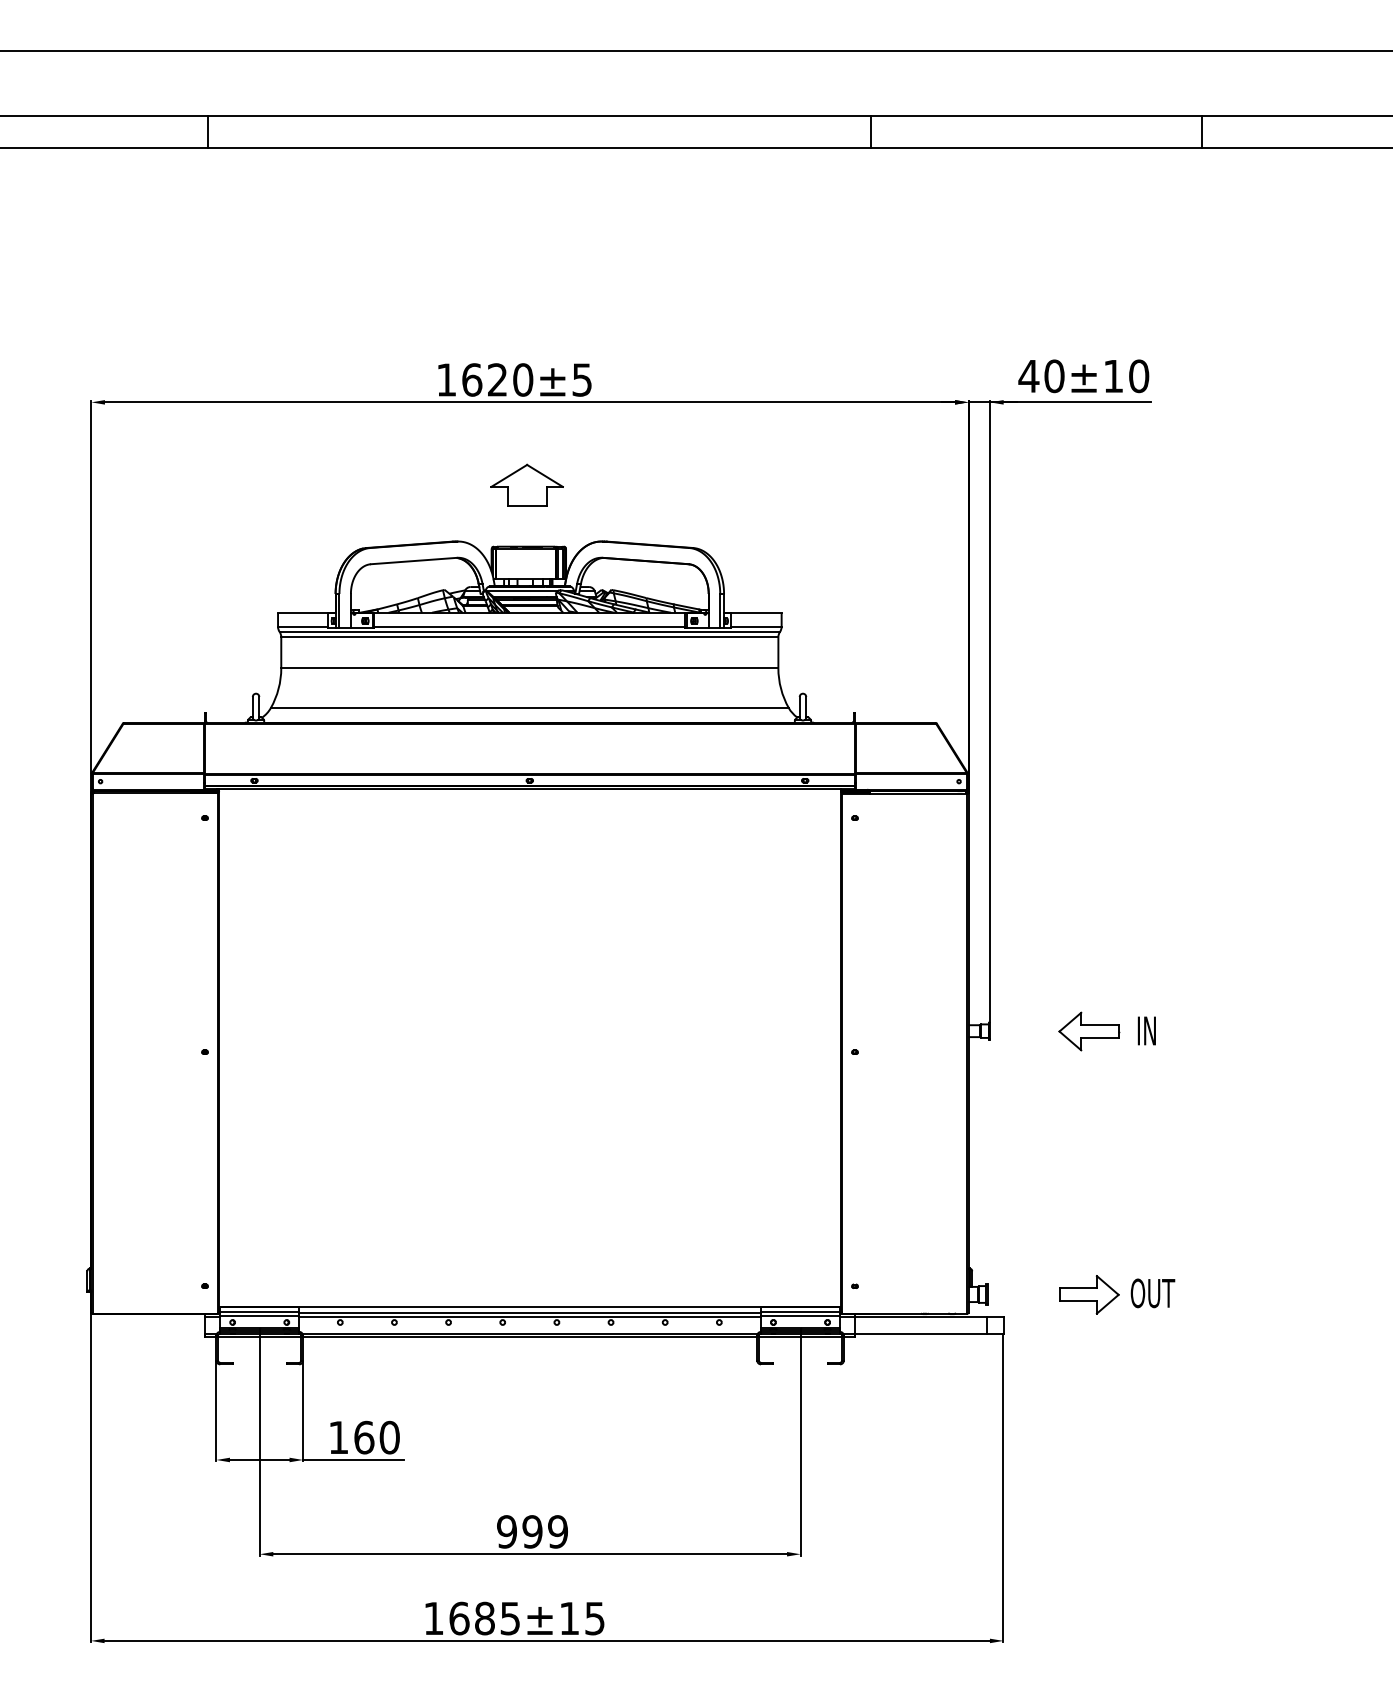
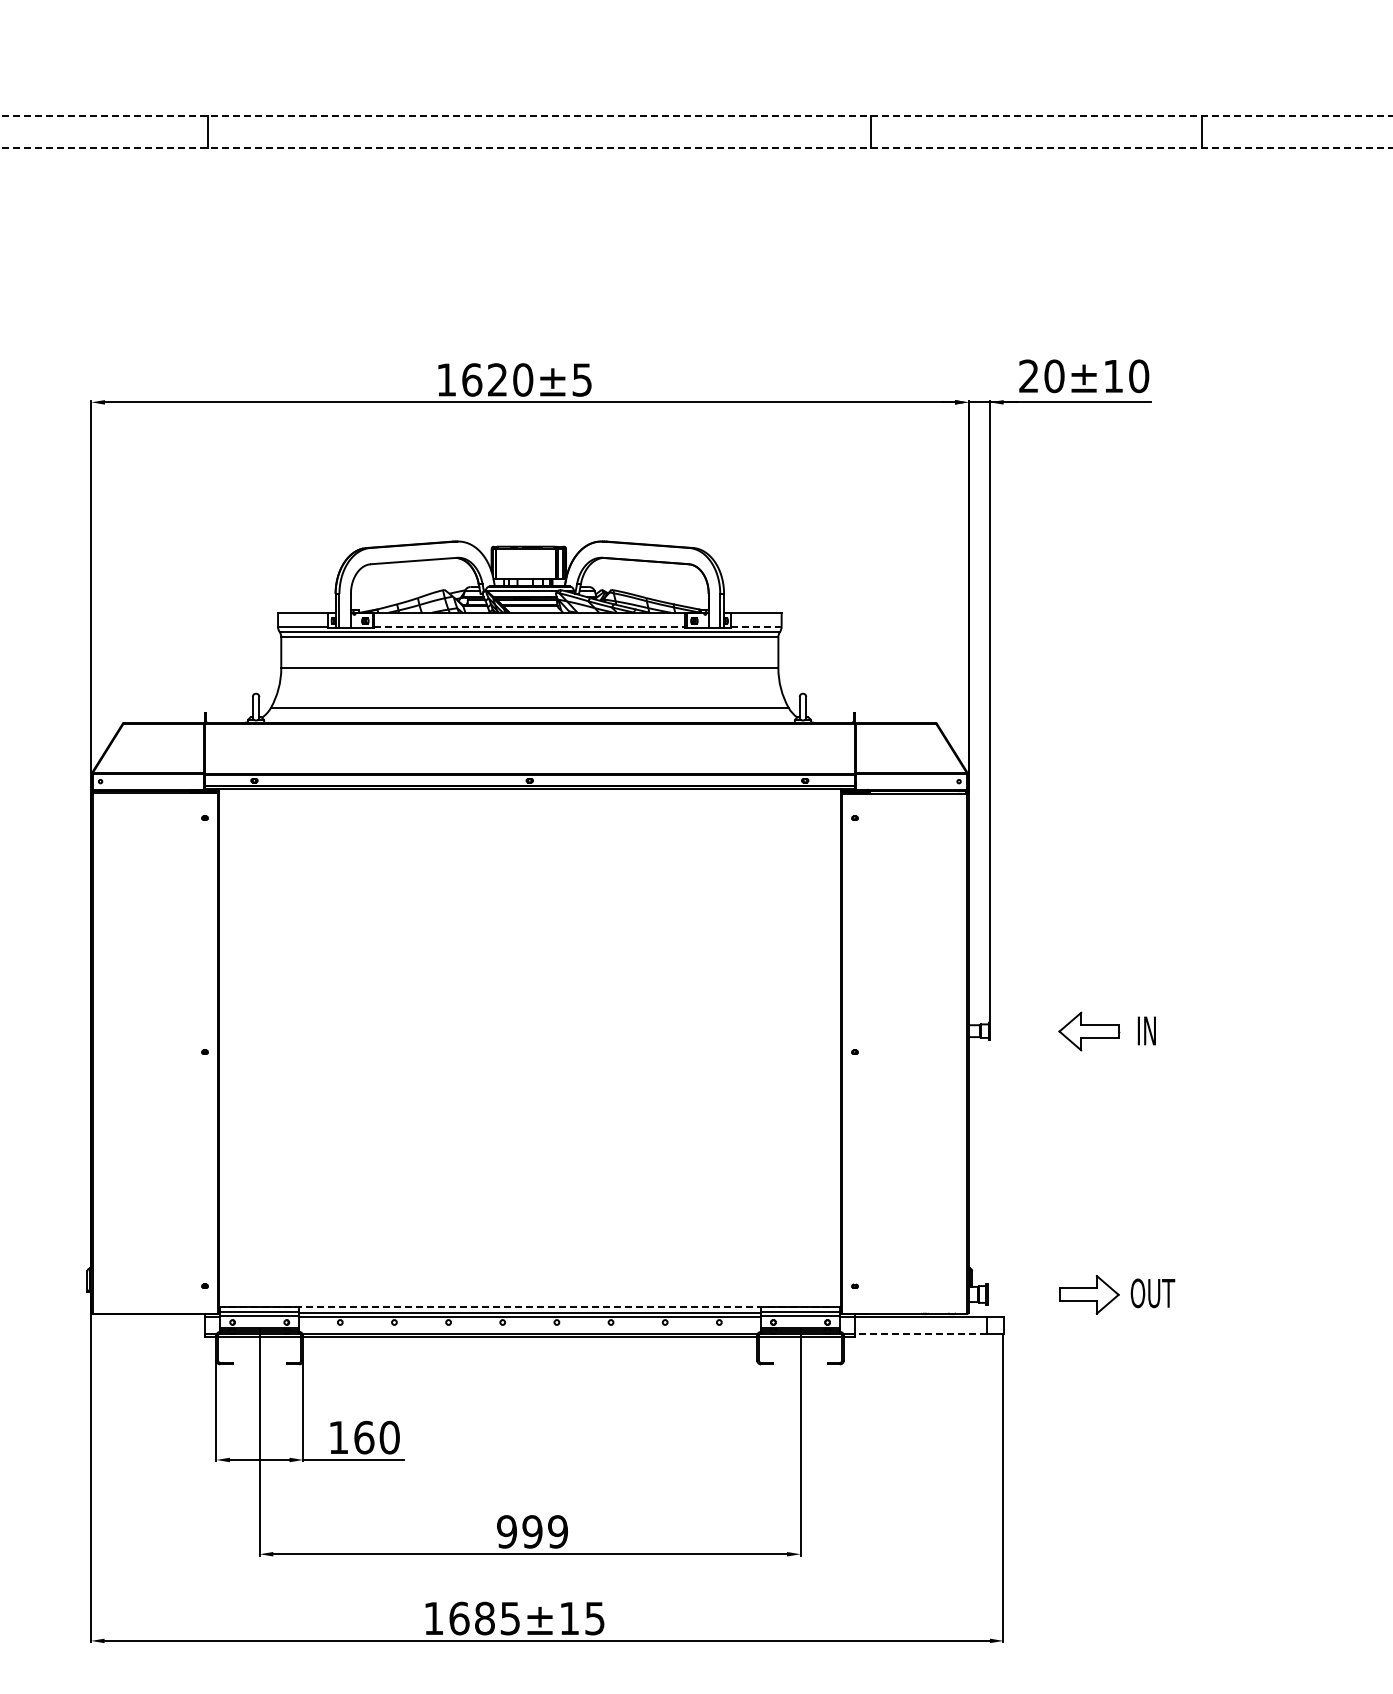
line at (695, 50): present -> none
line at (696, 115): solid -> dashed
line at (696, 148): solid -> dashed
text at (1028, 375): 40±10 -> 20±10
part at (526, 484): present -> none
line at (529, 626): solid -> dashed
line at (756, 626): solid -> dashed
line at (529, 1306): solid -> dashed
line at (920, 1333): solid -> dashed
